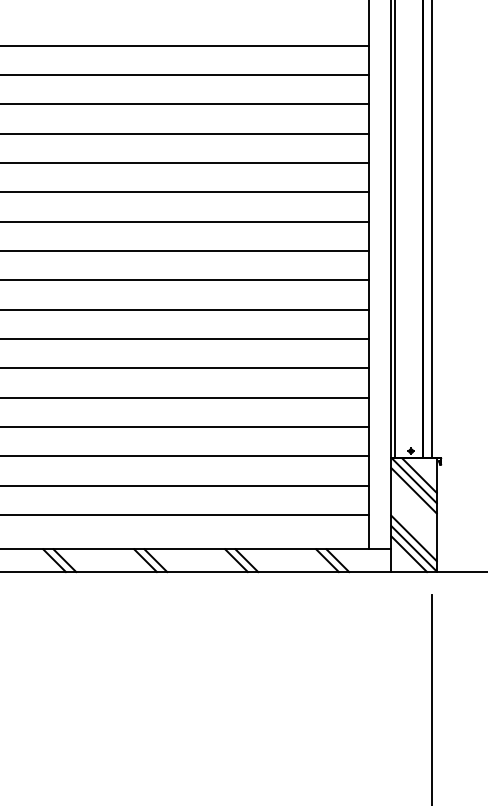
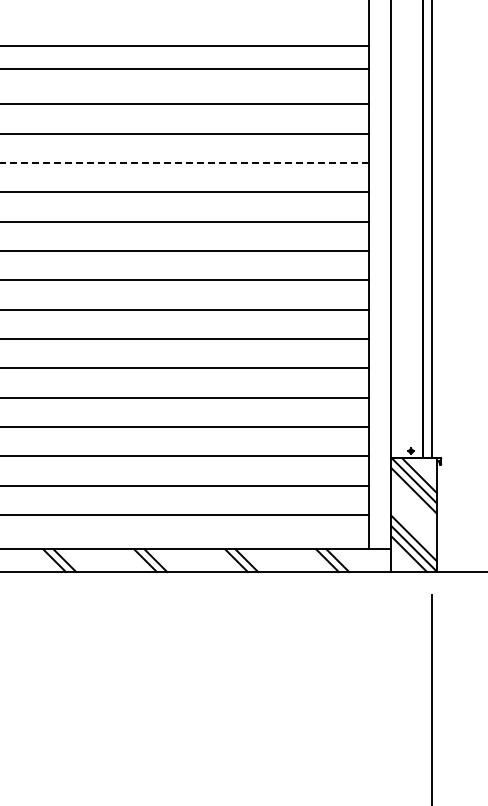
line at (185, 75) position: (185, 75) -> (185, 69)
line at (184, 163): solid -> dashed
line at (395, 230): present -> none
